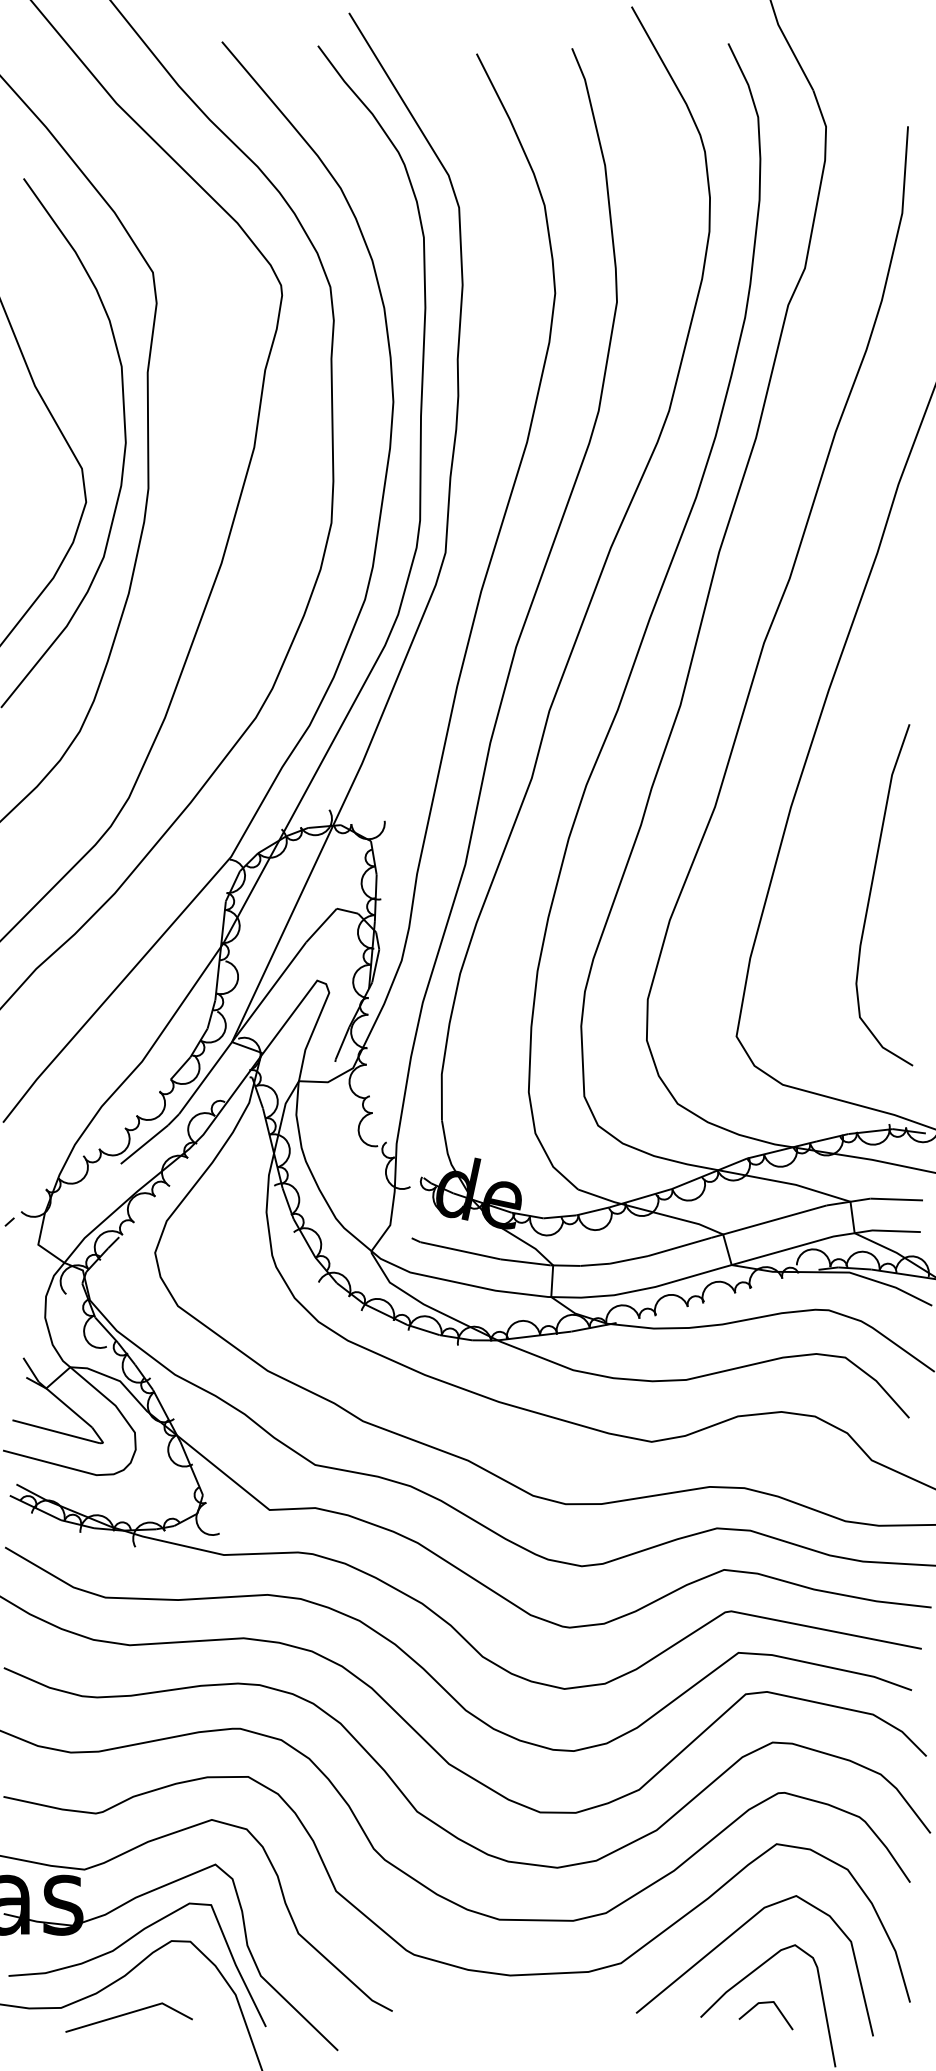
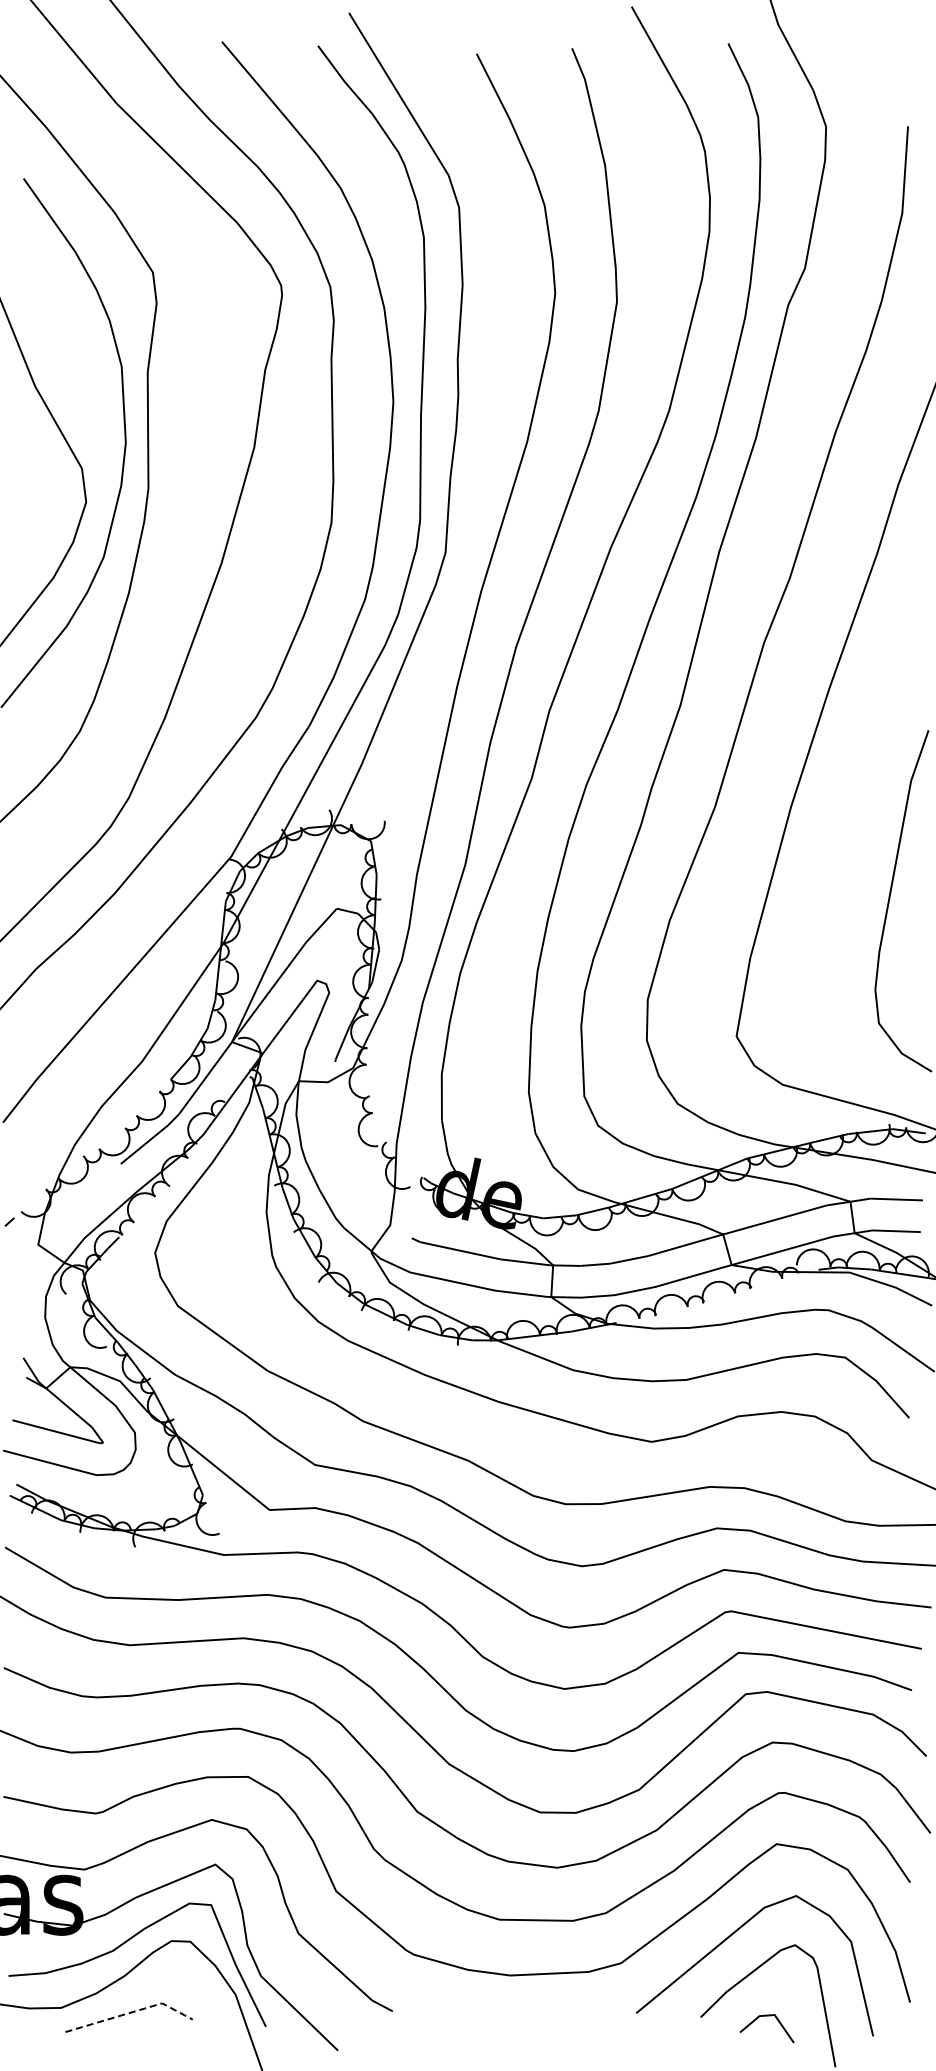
curve at (871, 892) position: (871, 892) -> (890, 898)
line at (765, 2003) position: (765, 2003) -> (766, 2016)
line at (131, 2012): solid -> dashed
